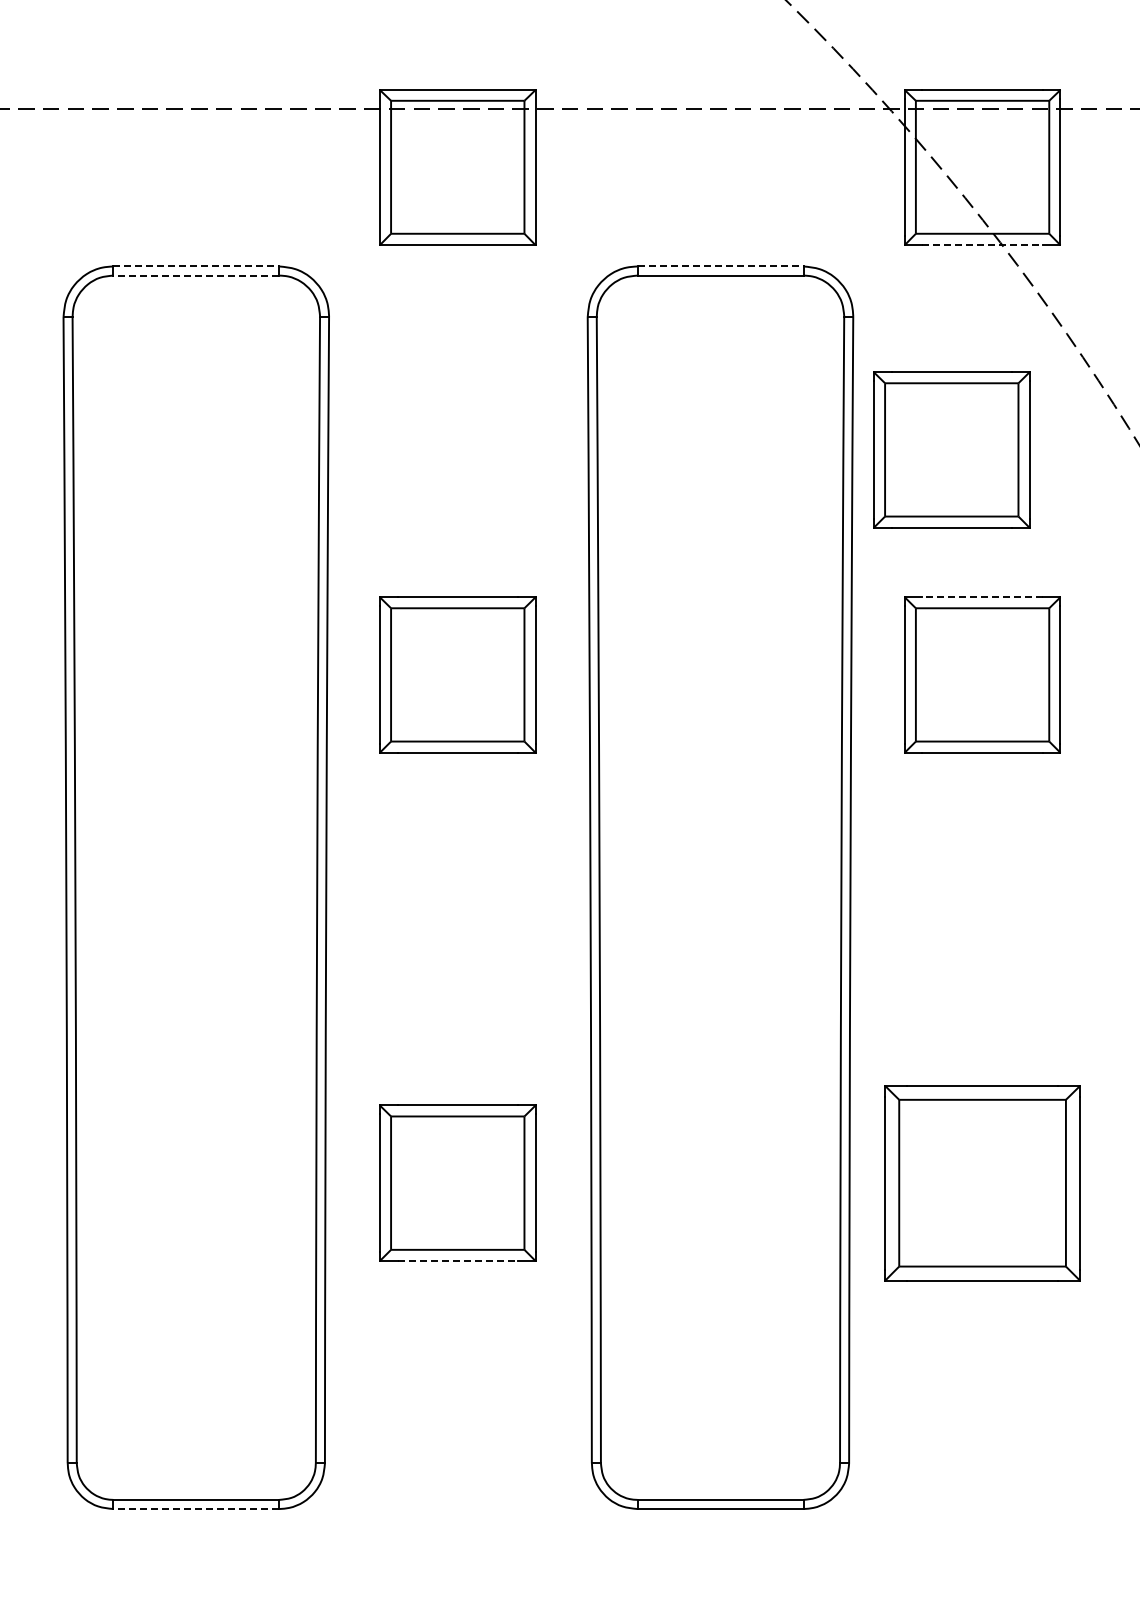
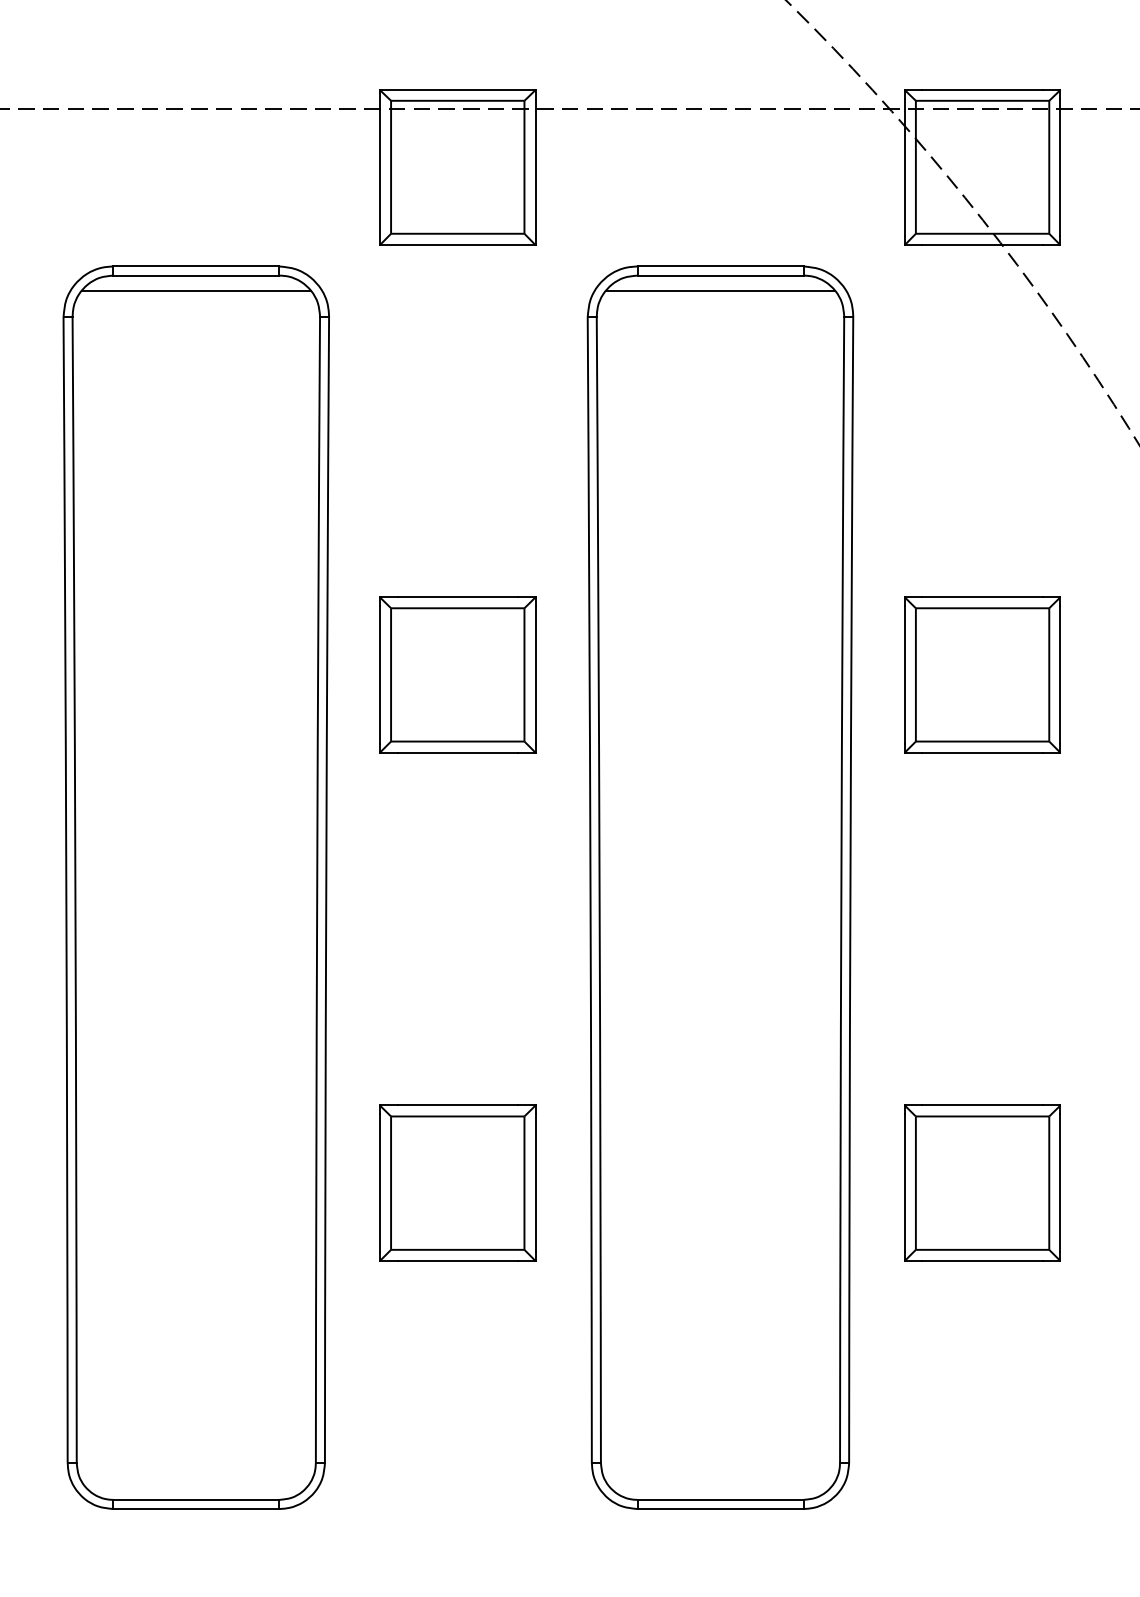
line at (983, 245): dashed -> solid
line at (196, 266): dashed -> solid
line at (721, 266): dashed -> solid
line at (195, 275): dashed -> solid
line at (196, 290): none -> present
line at (720, 290): none -> present
part at (951, 449): present -> none
line at (982, 597): dashed -> solid
part at (982, 1183) size: 197x197 px -> 157x158 px
line at (458, 1261): dashed -> solid
line at (195, 1509): dashed -> solid
